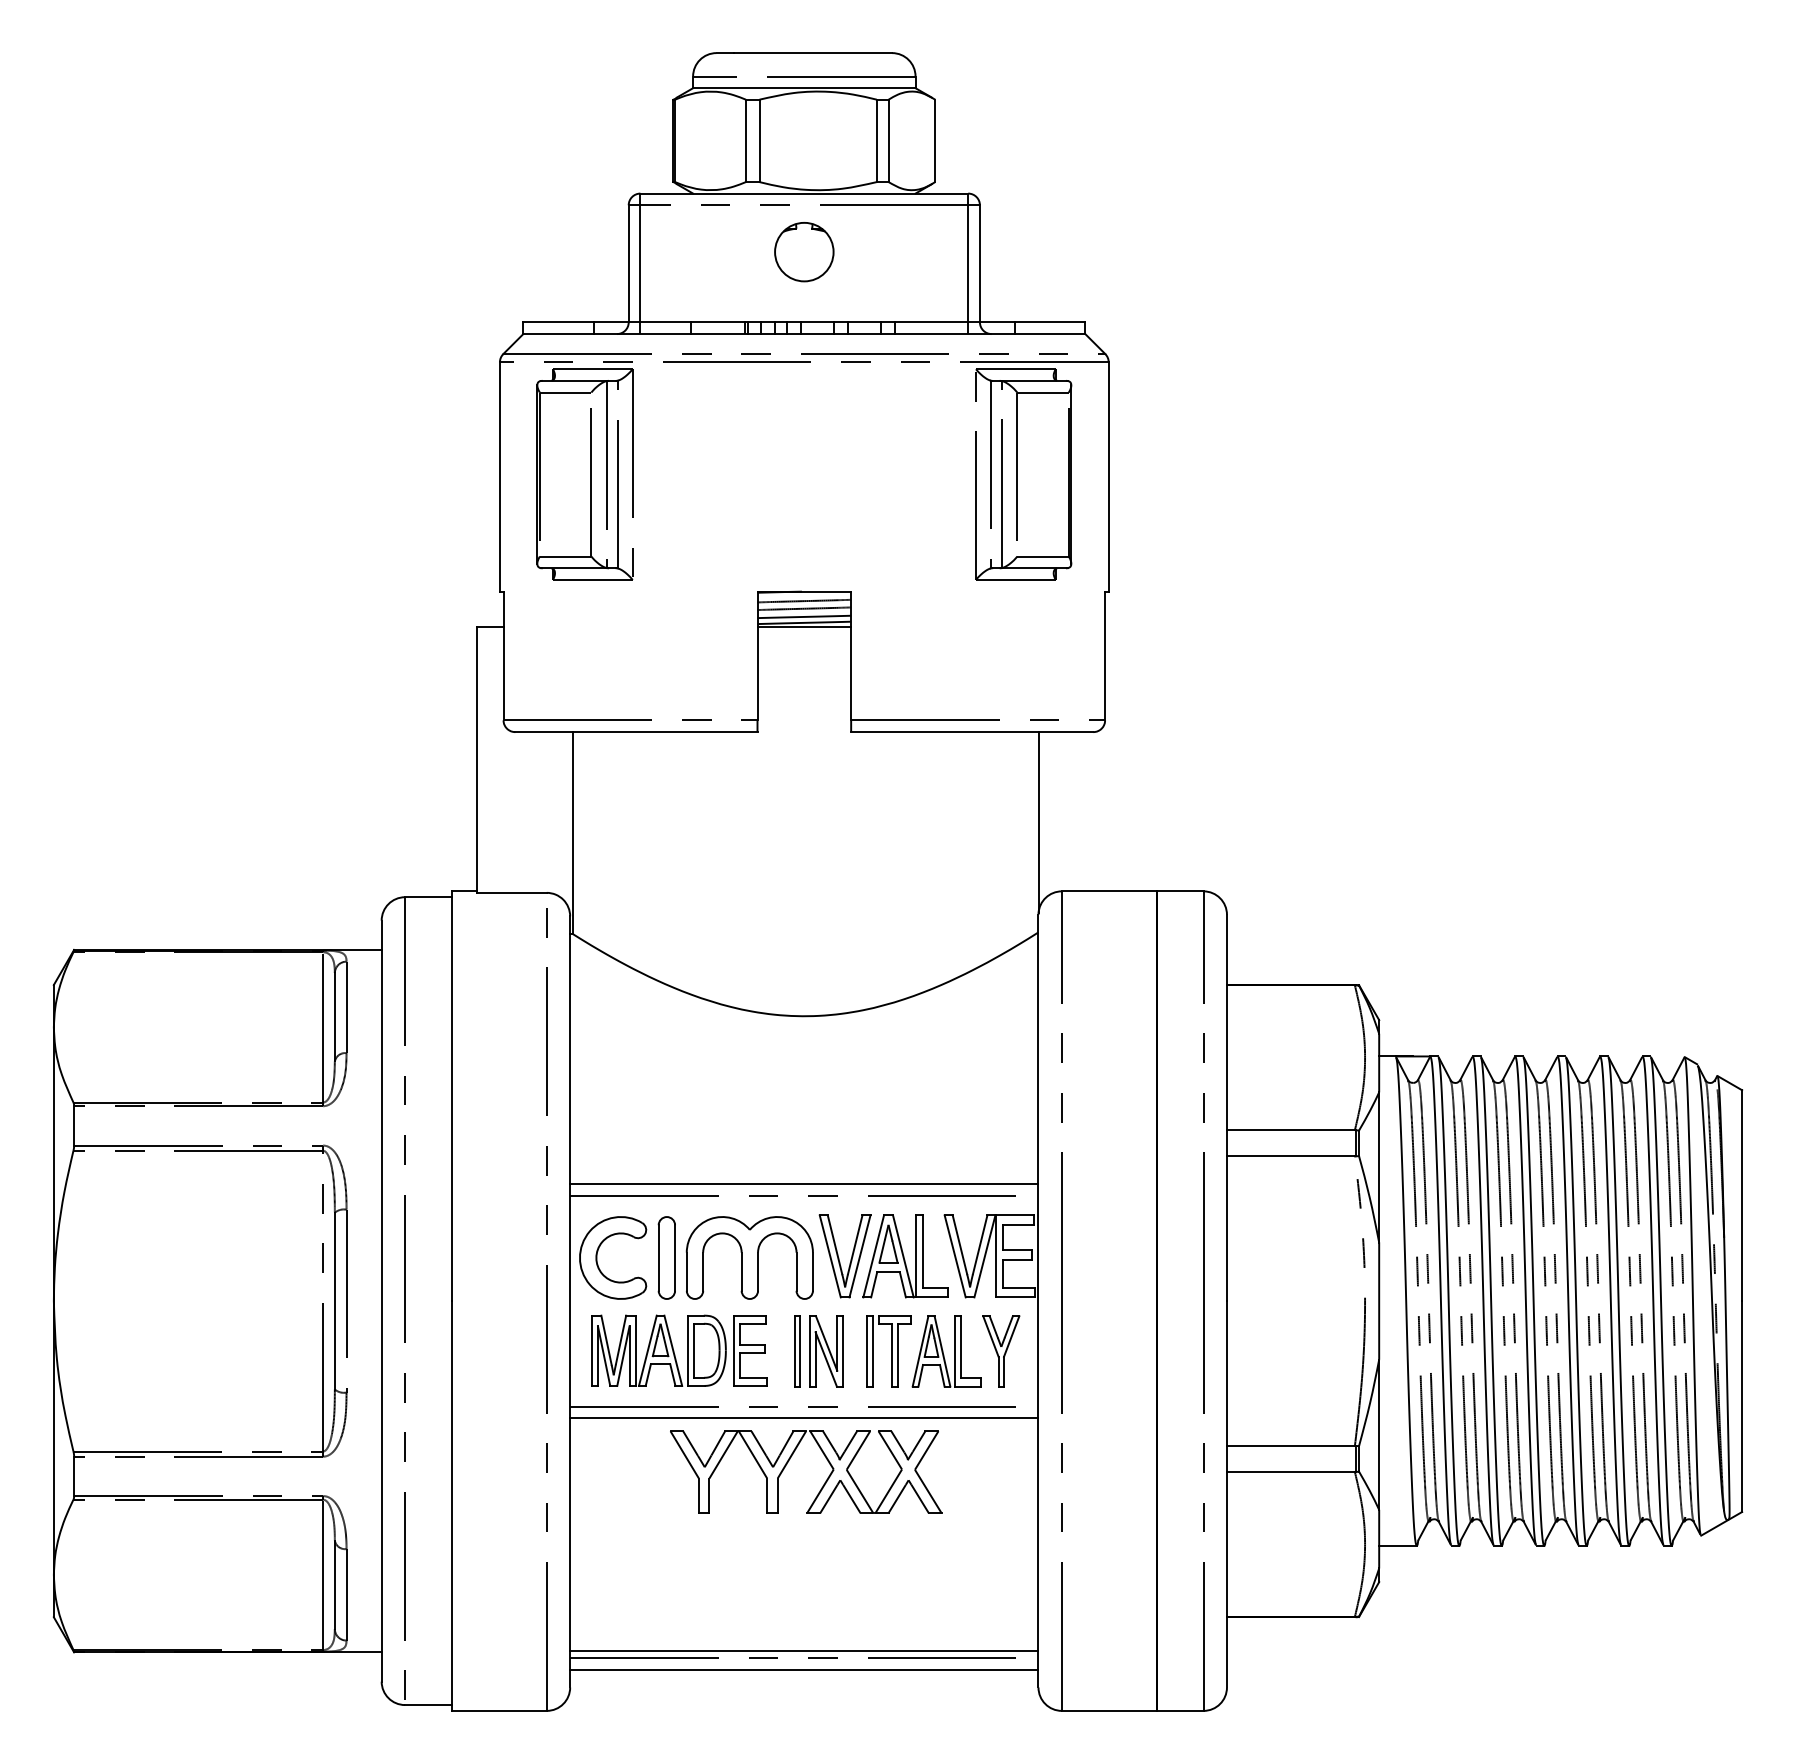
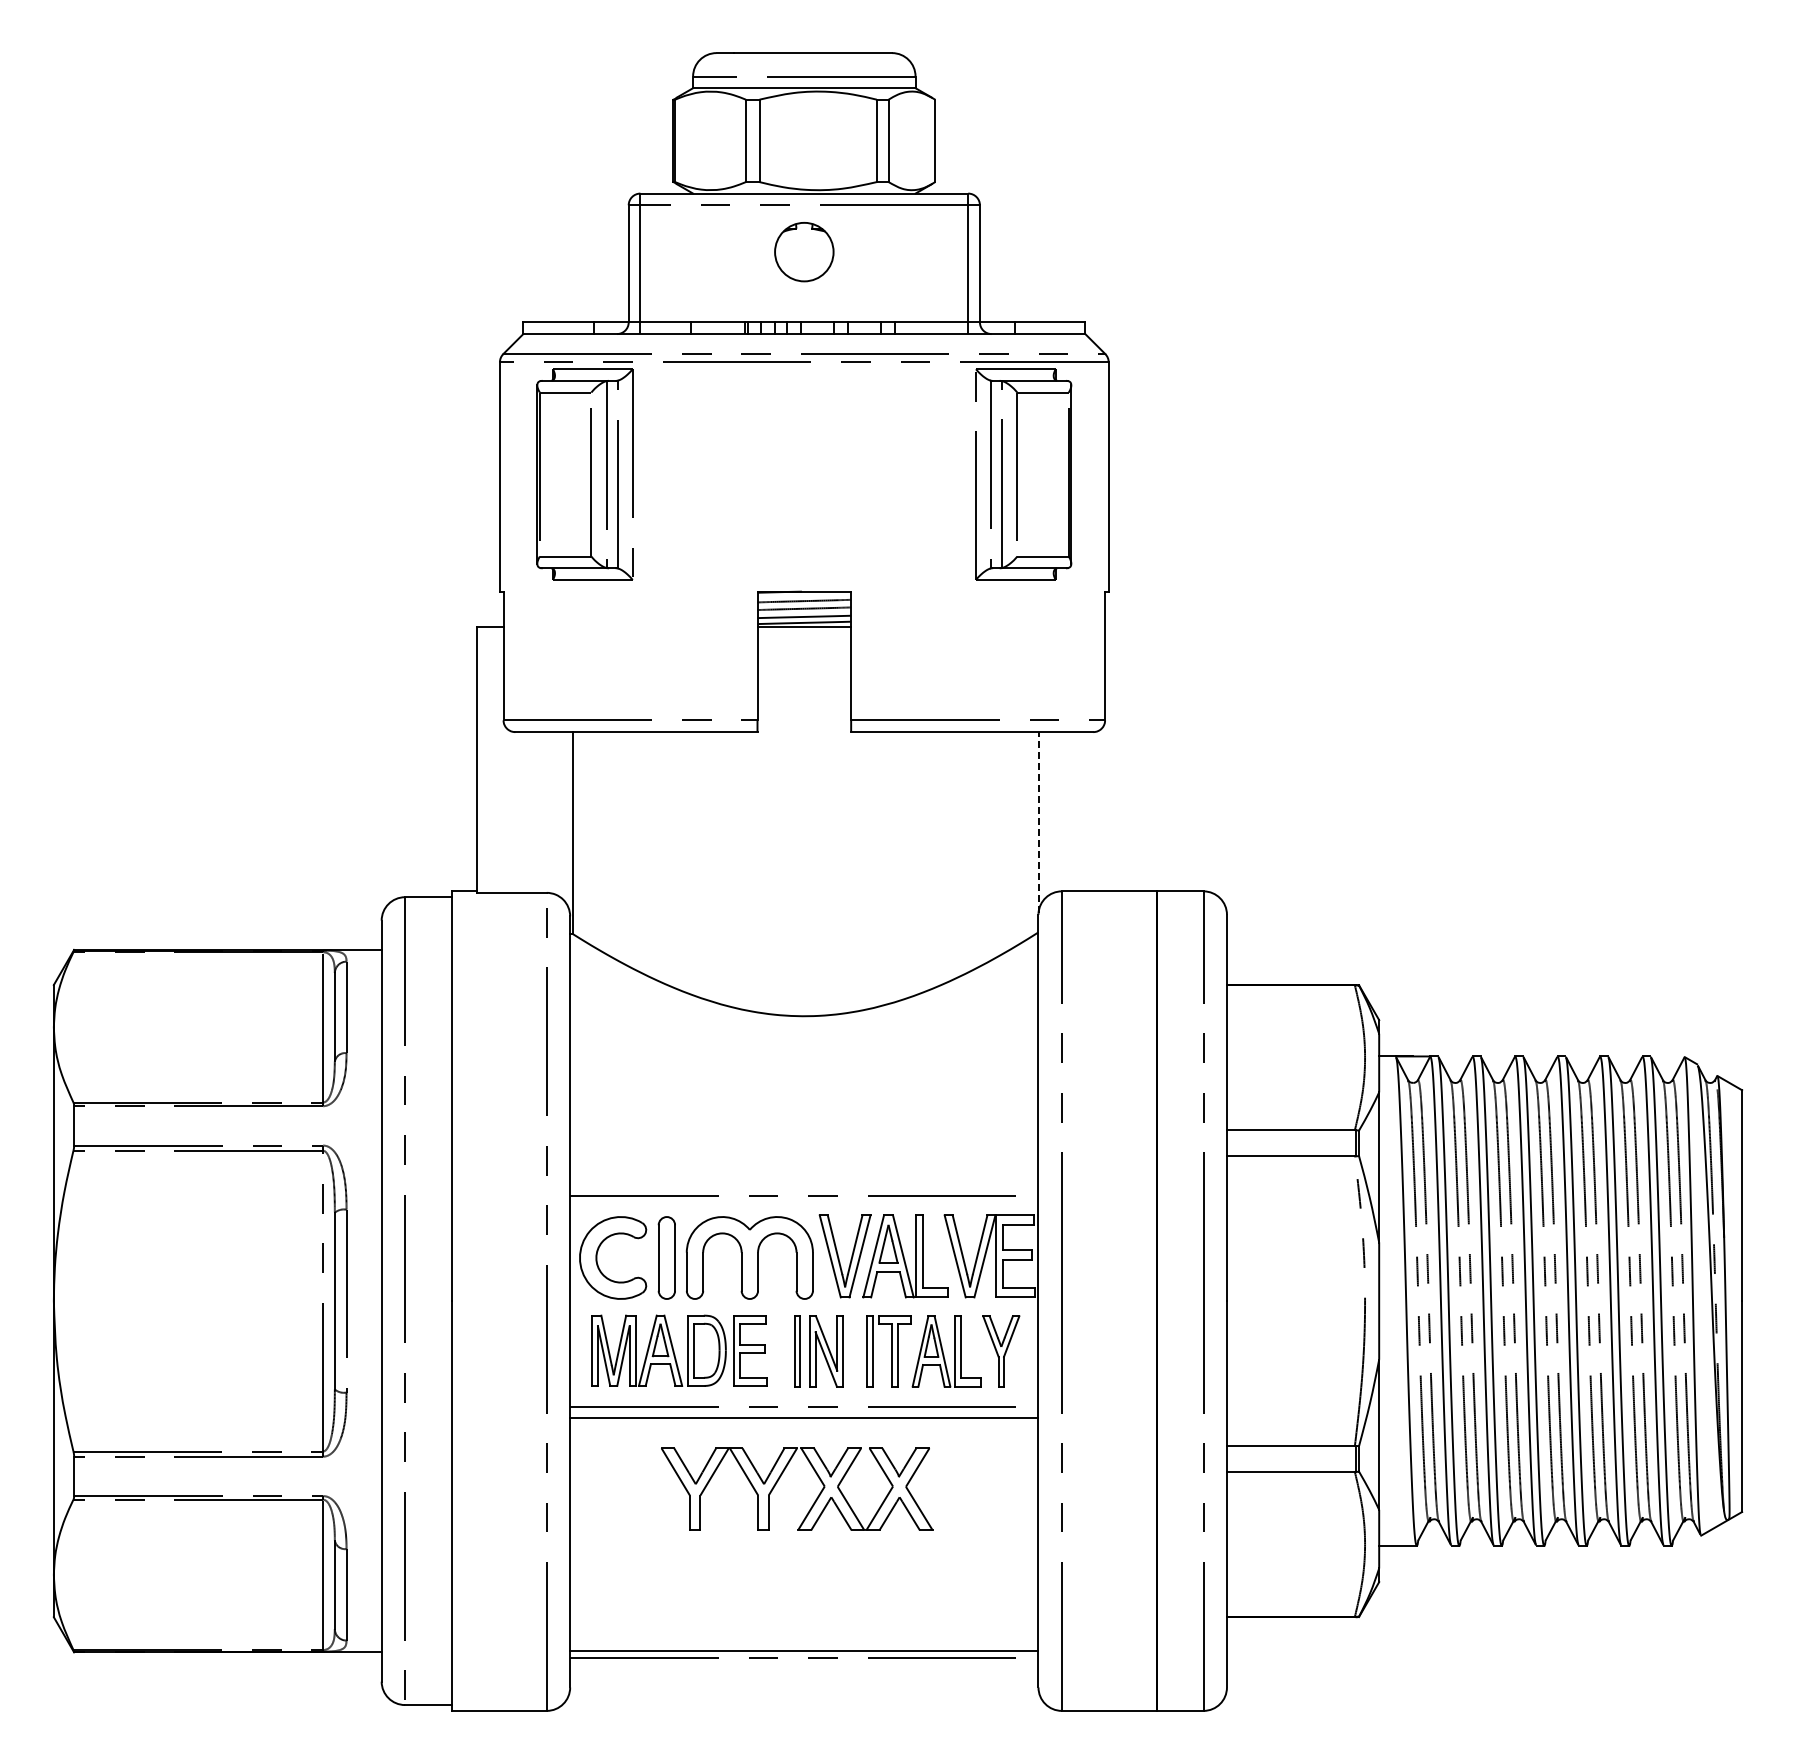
line at (1038, 822): solid -> dashed
line at (804, 1184): present -> none
part at (790, 1459) position: (790, 1459) -> (781, 1476)
line at (804, 1669): present -> none
